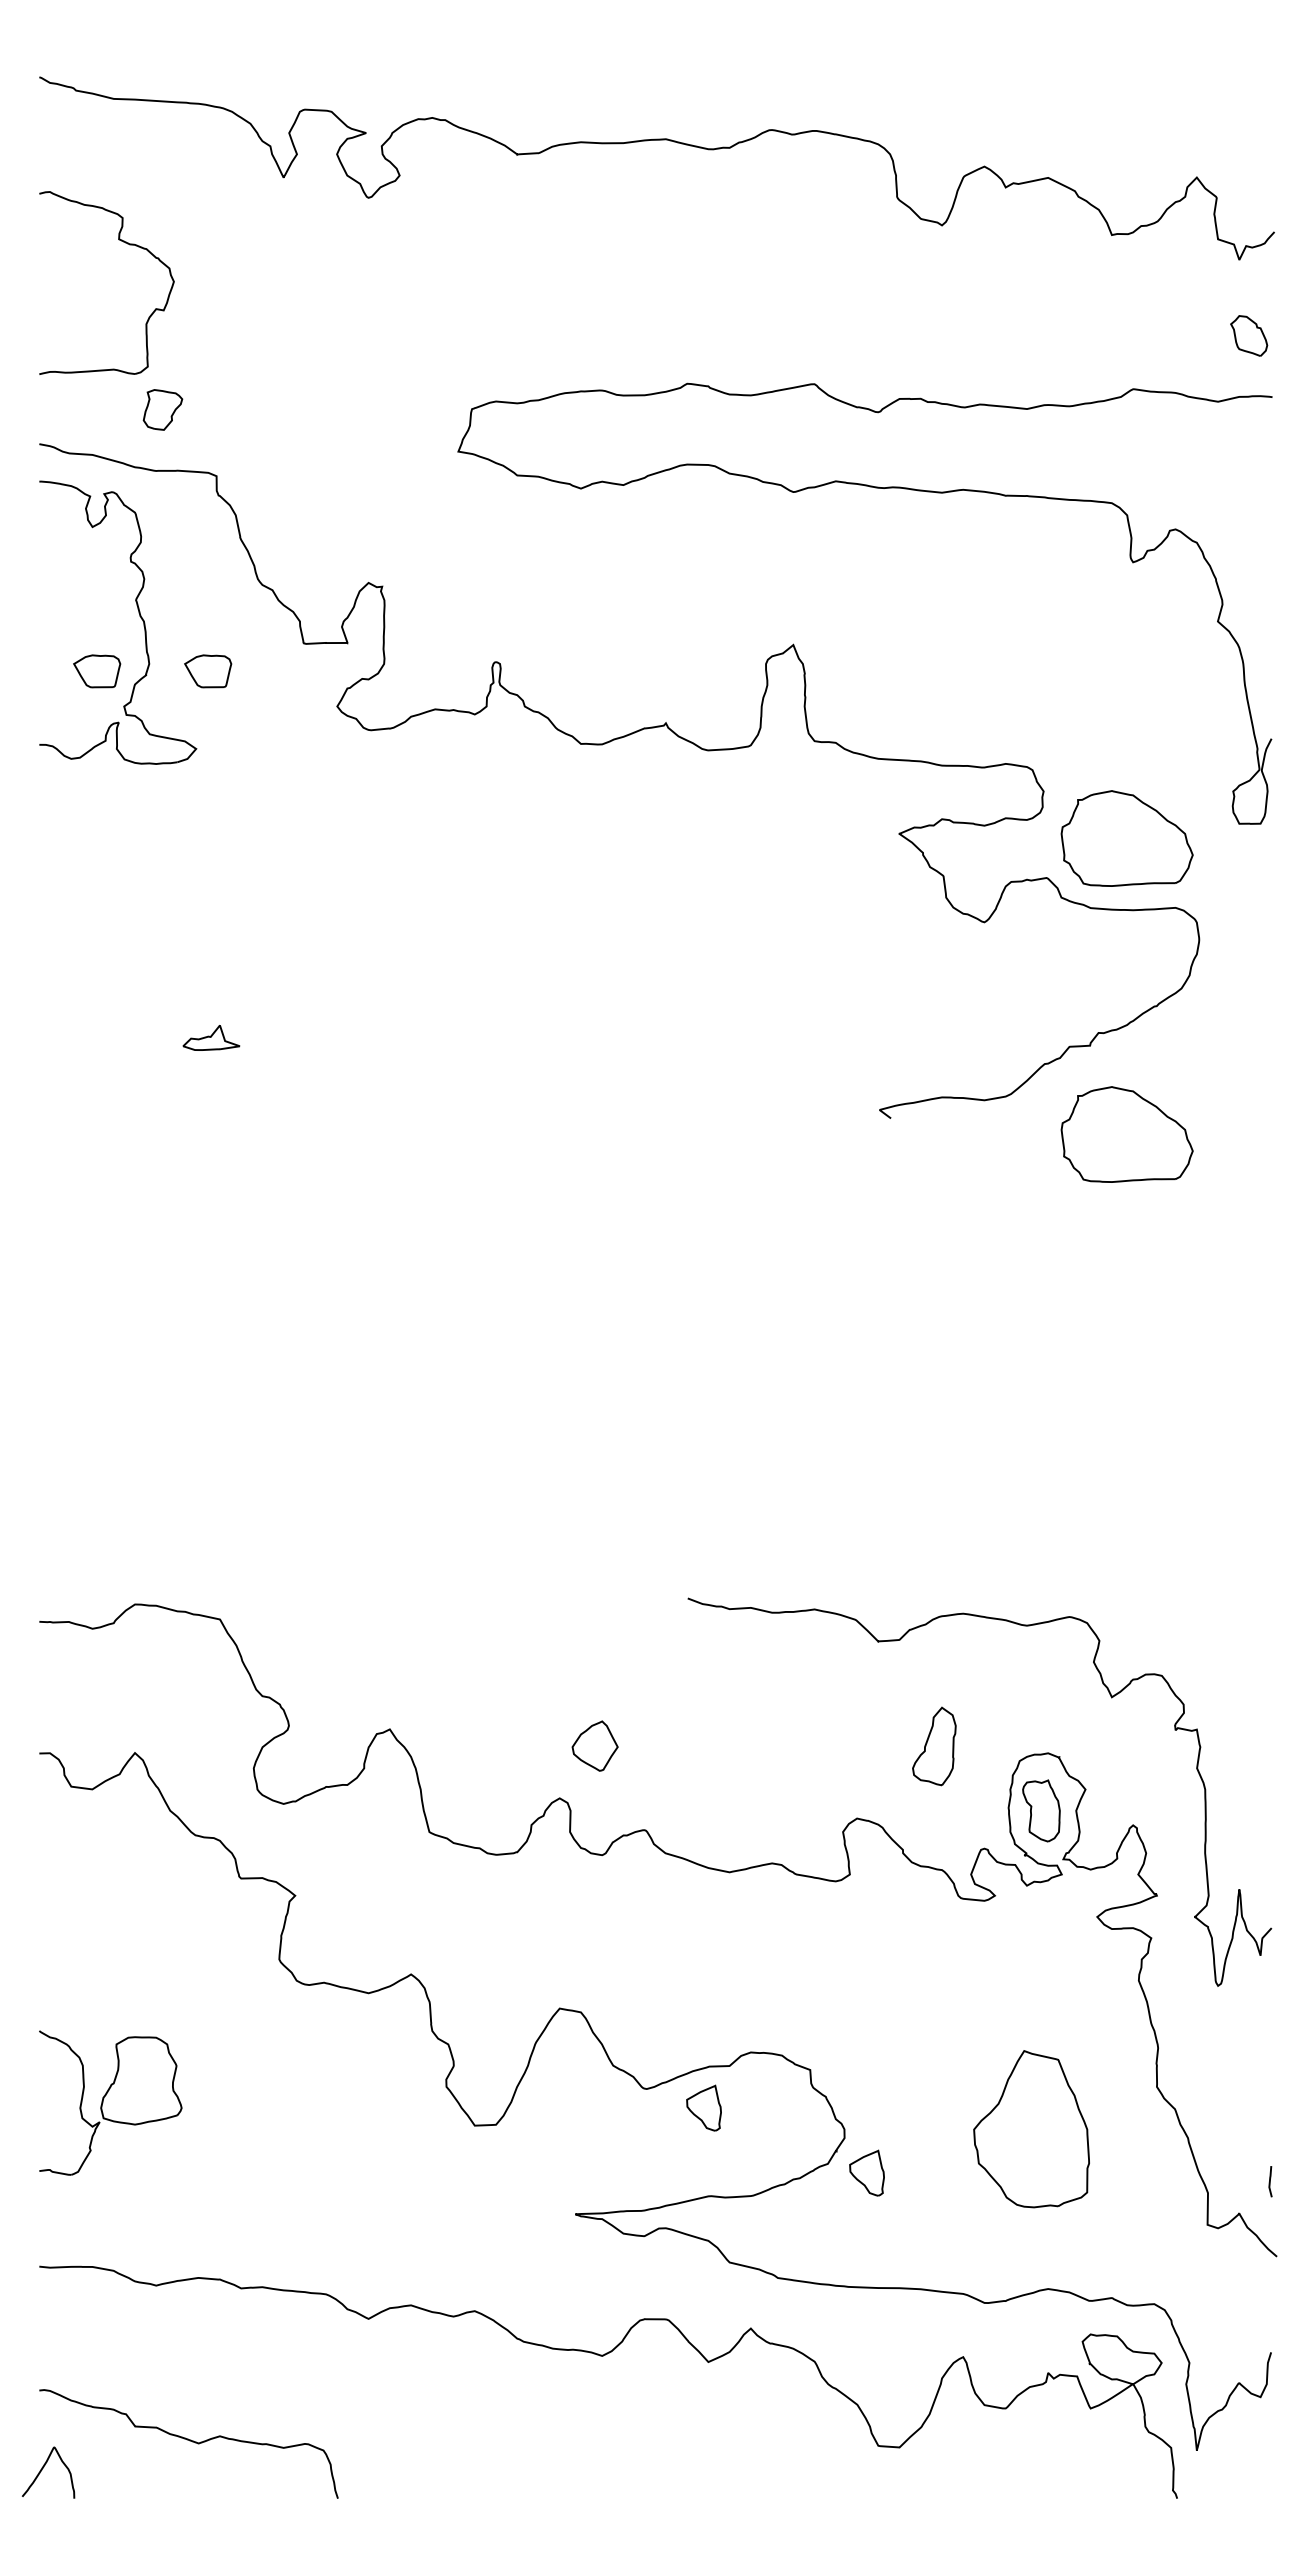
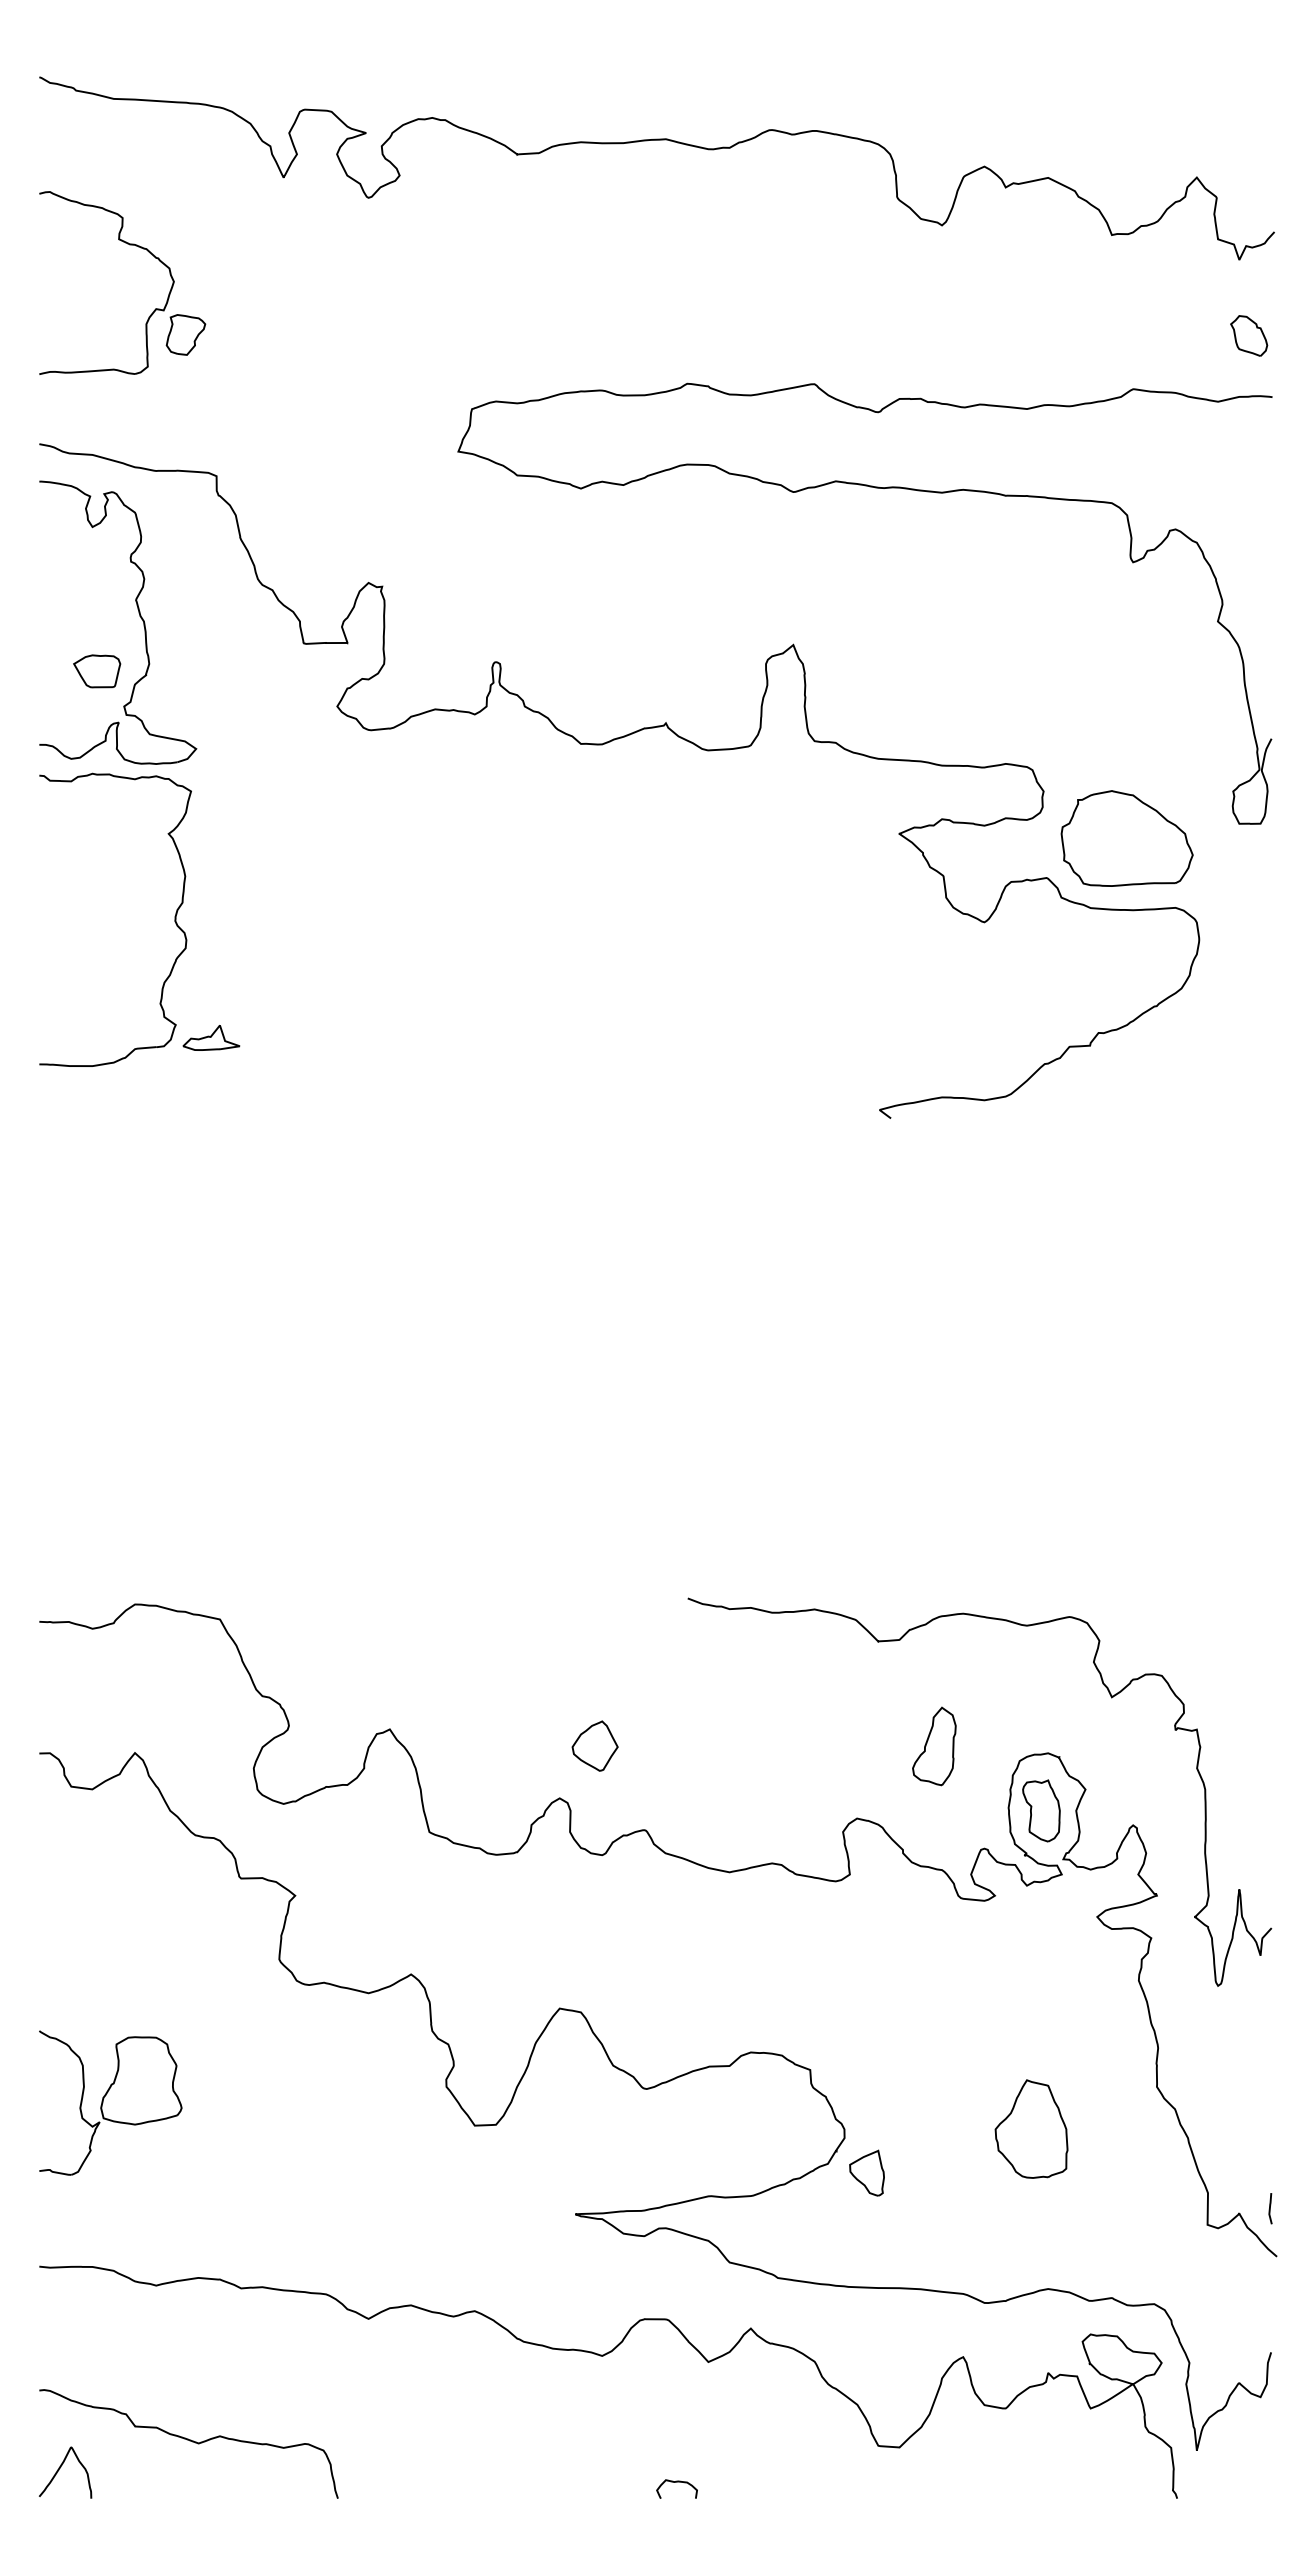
part at (162, 409) position: (162, 409) -> (185, 334)
part at (208, 671): present -> none
part at (174, 919): none -> present
part at (1126, 1134): present -> none
part at (703, 2107): present -> none
part at (1031, 2129) size: 117x159 px -> 75x100 px
line at (1270, 2181) position: (1270, 2181) -> (1270, 2208)
curve at (42, 2470) position: (42, 2470) -> (59, 2470)
curve at (676, 2482): none -> present
